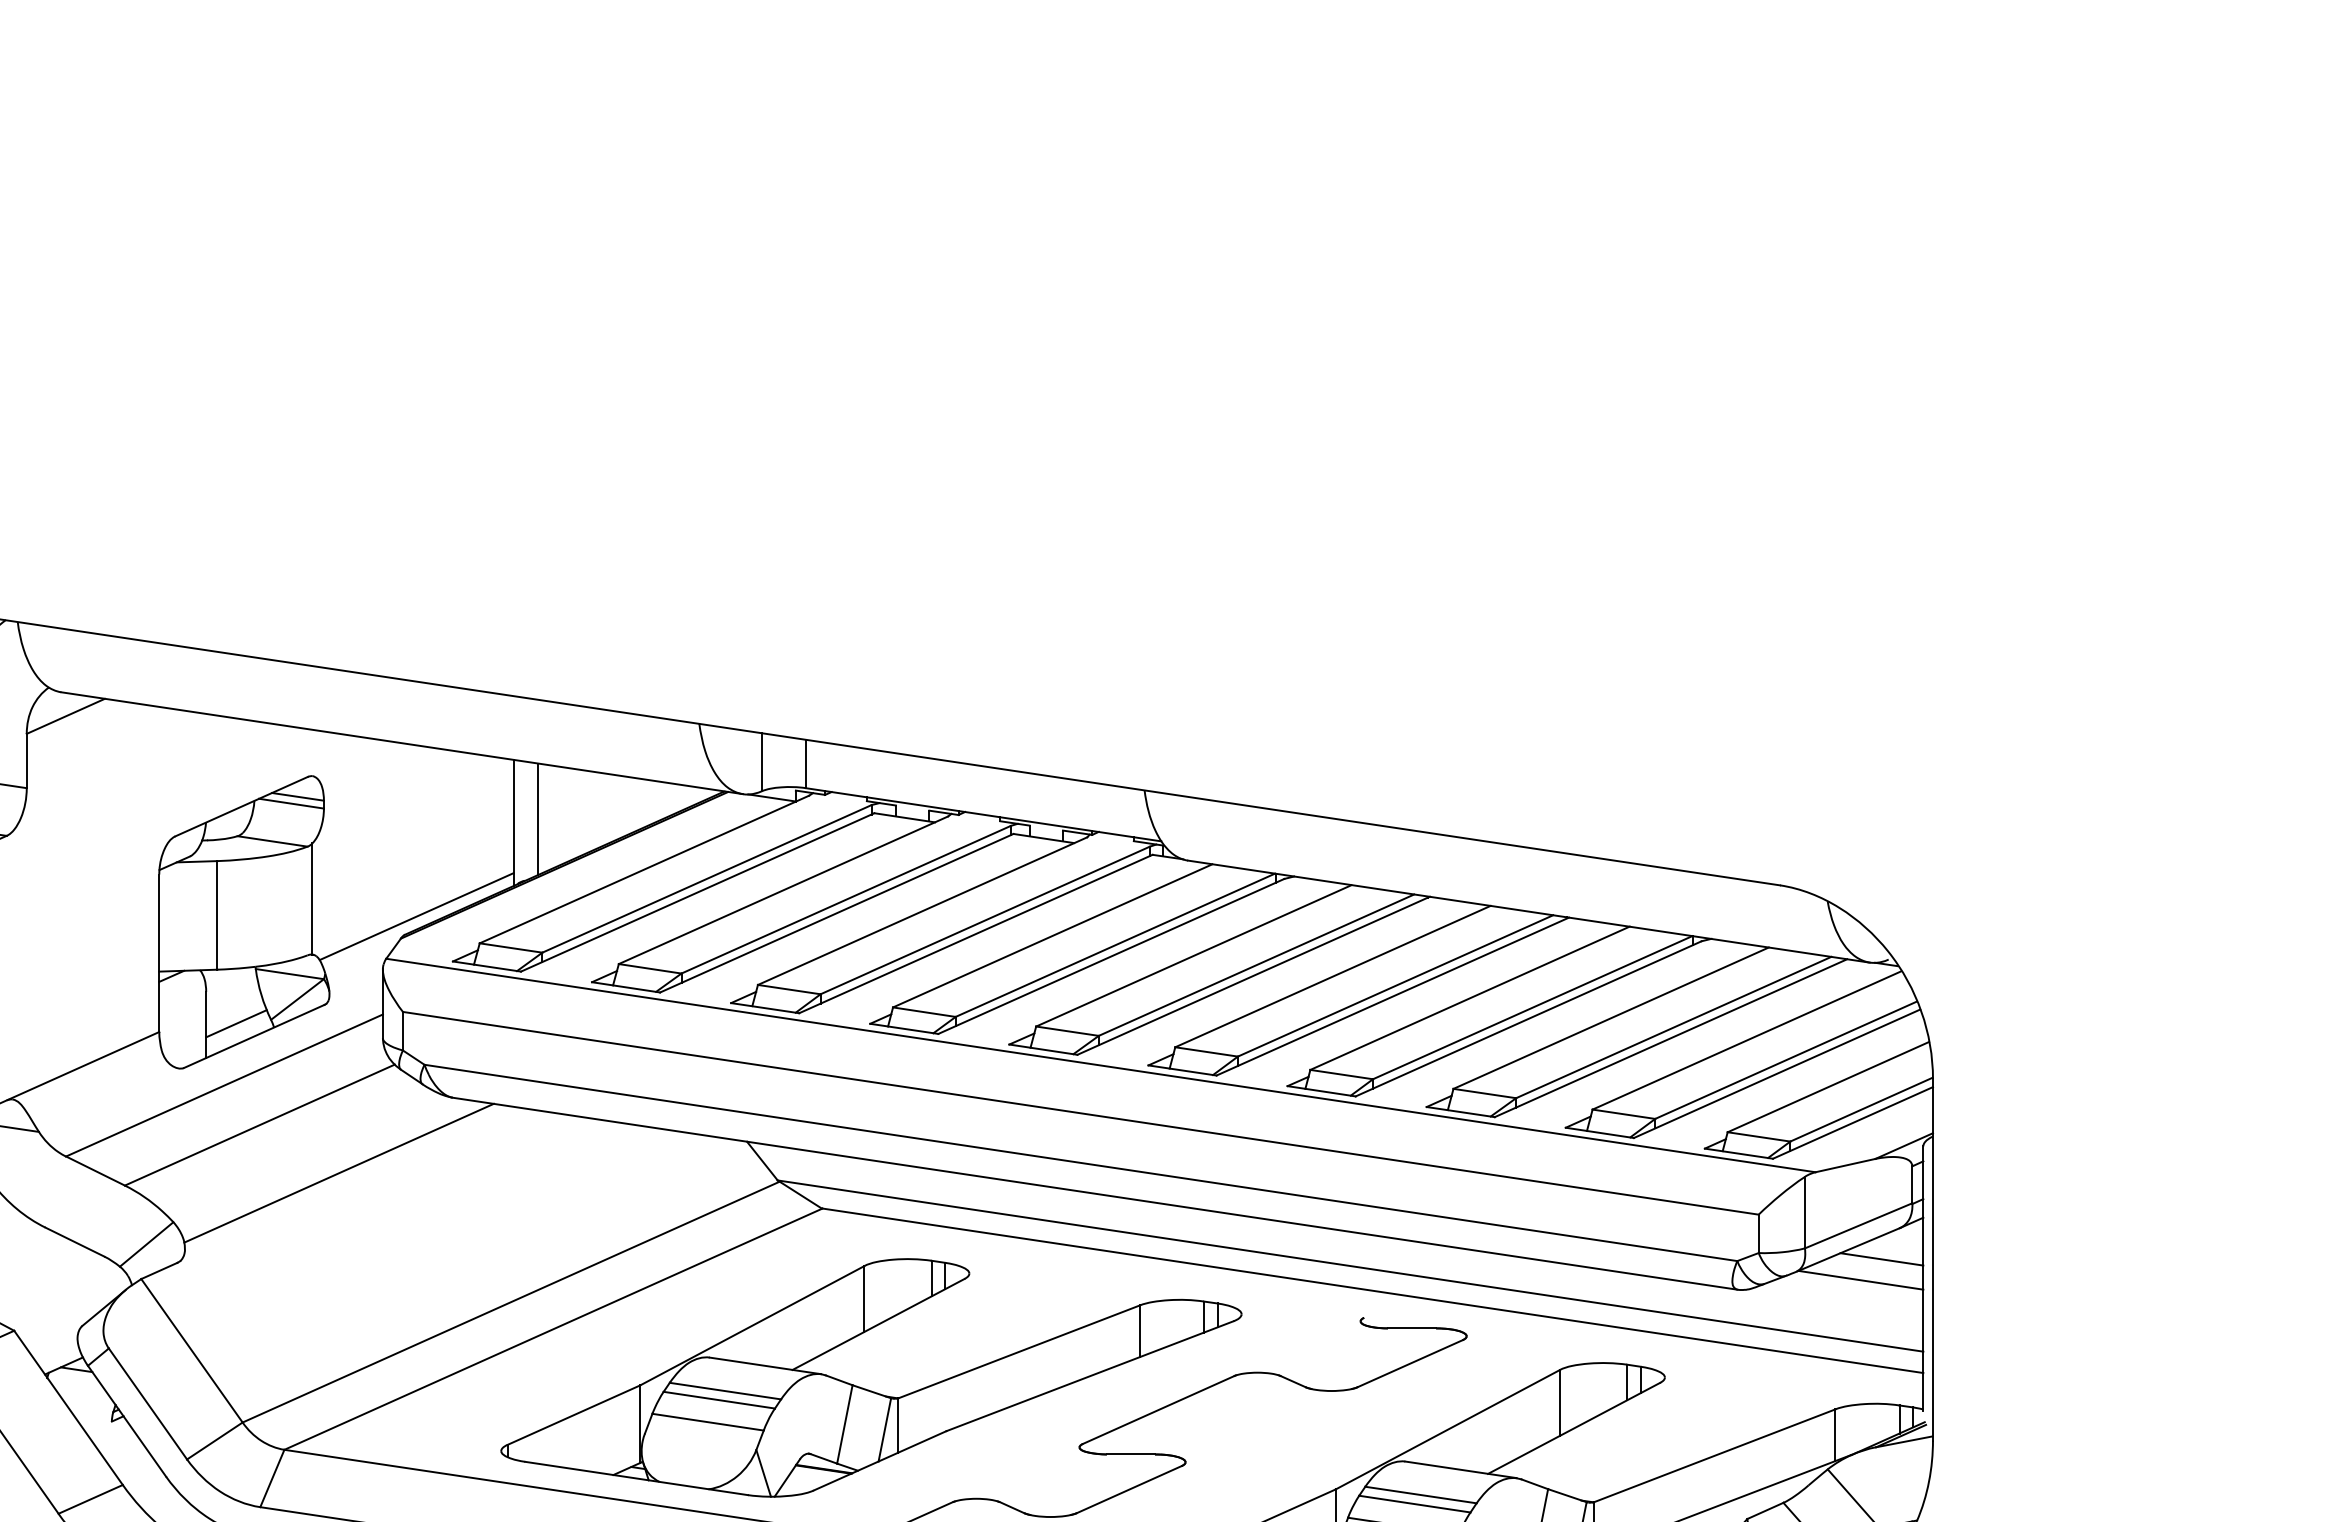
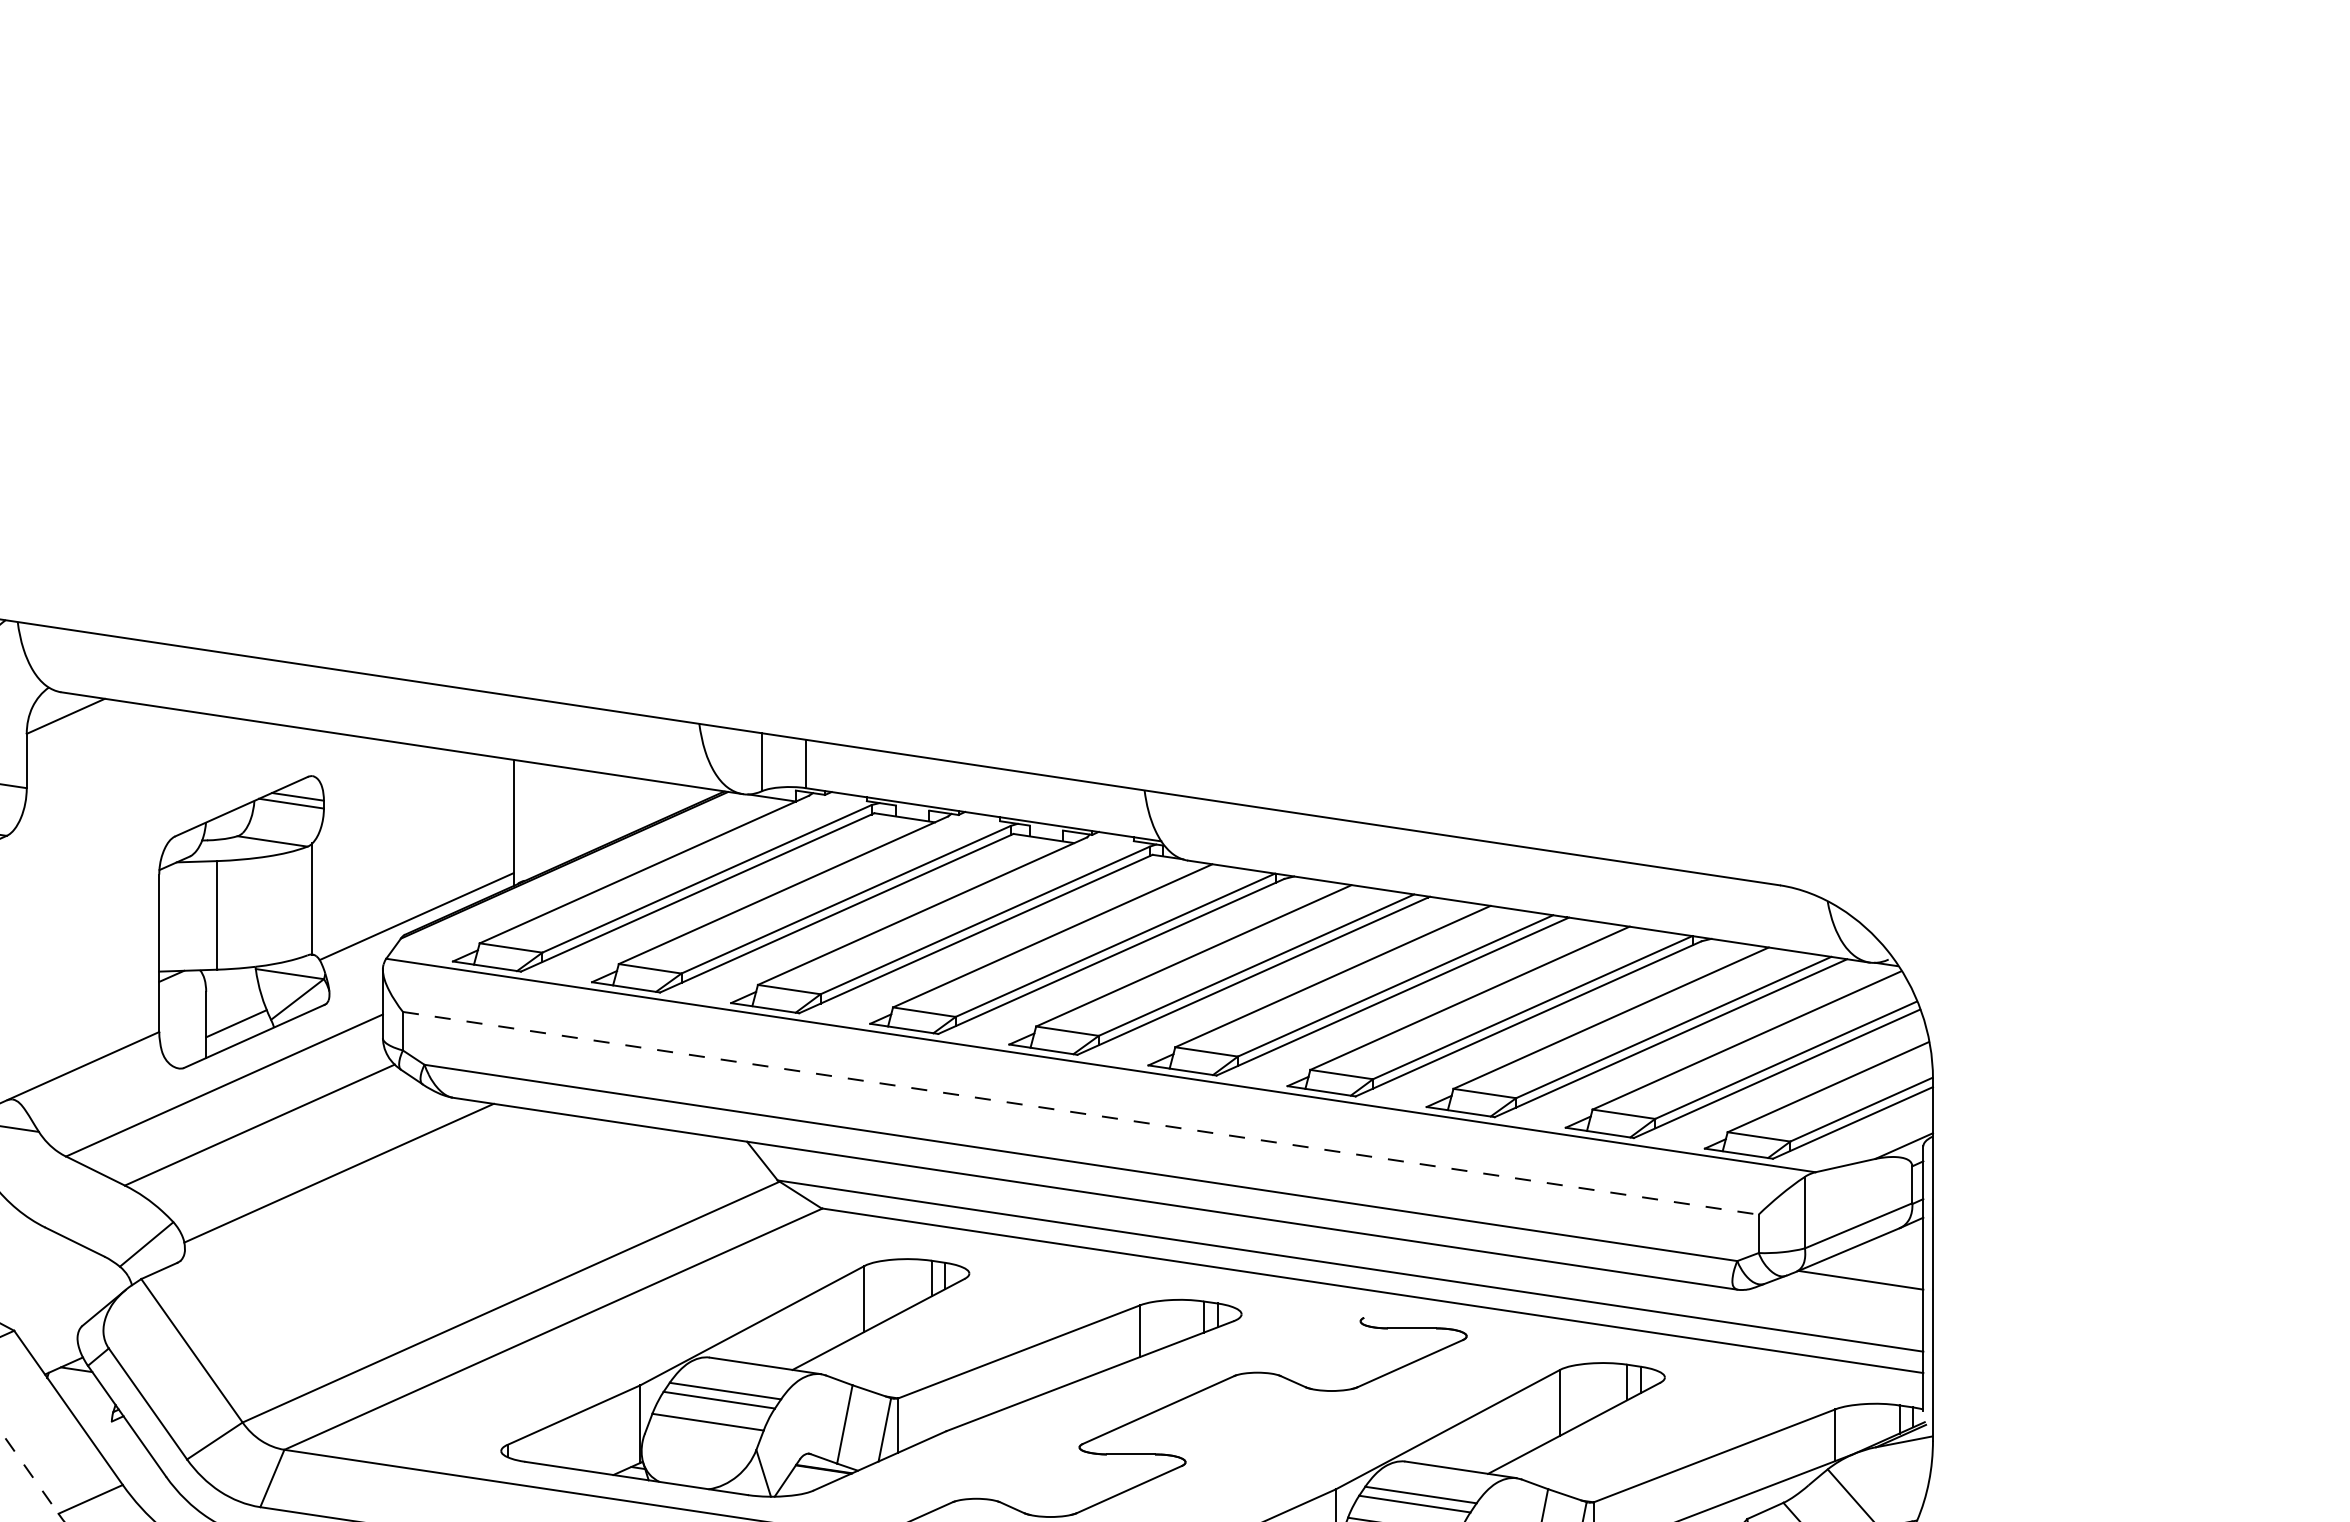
line at (537, 819): present -> none
line at (1081, 1113): solid -> dashed
line at (1881, 1259): present -> none
line at (29, 1472): solid -> dashed
